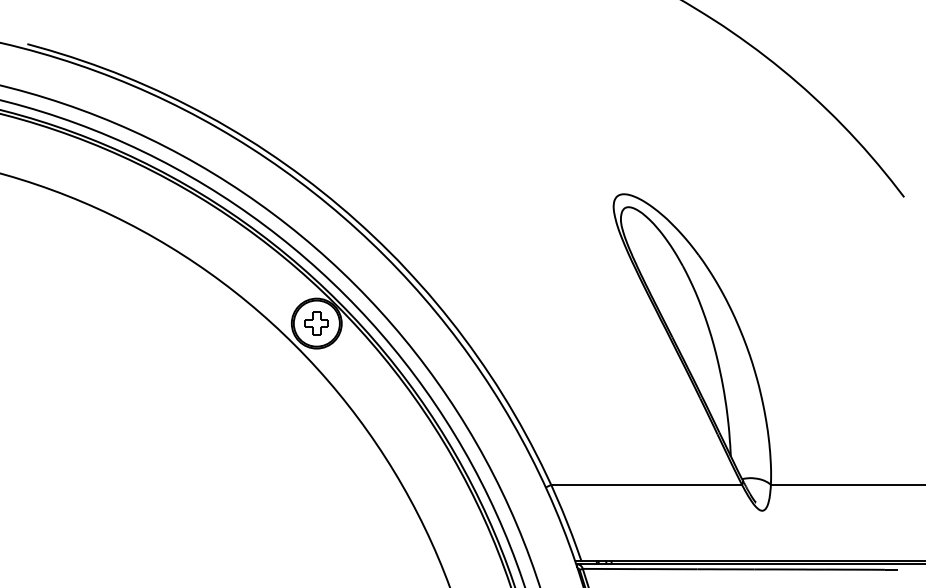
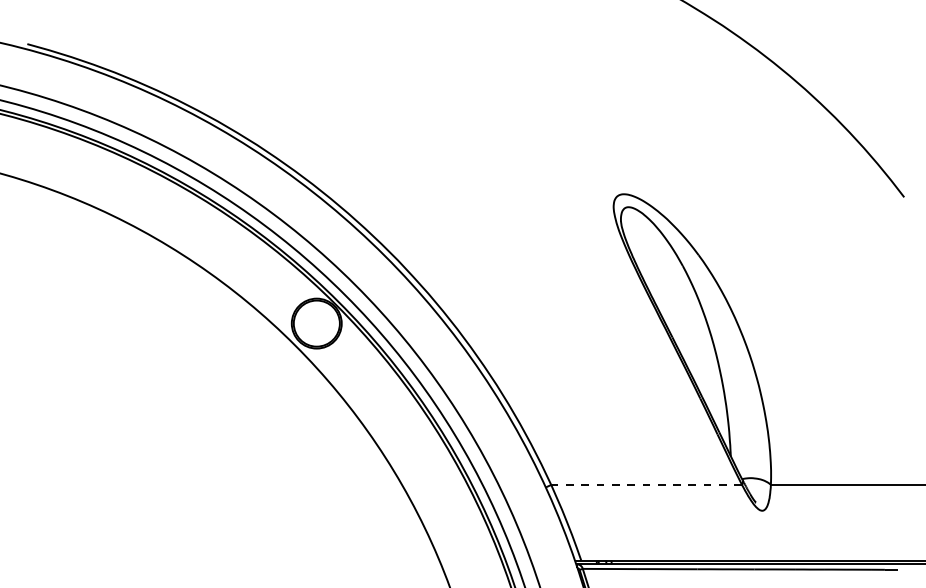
part at (316, 323): present -> none
line at (646, 484): solid -> dashed
